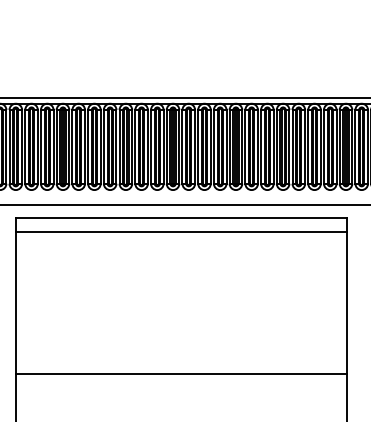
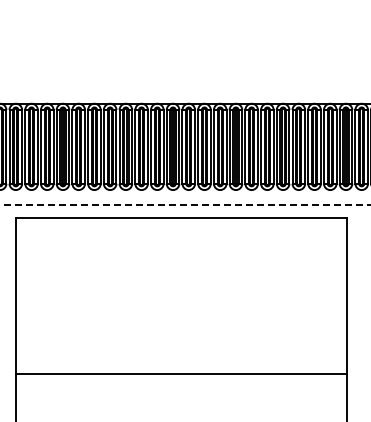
line at (184, 97): present -> none
line at (185, 204): solid -> dashed
line at (181, 232): present -> none
